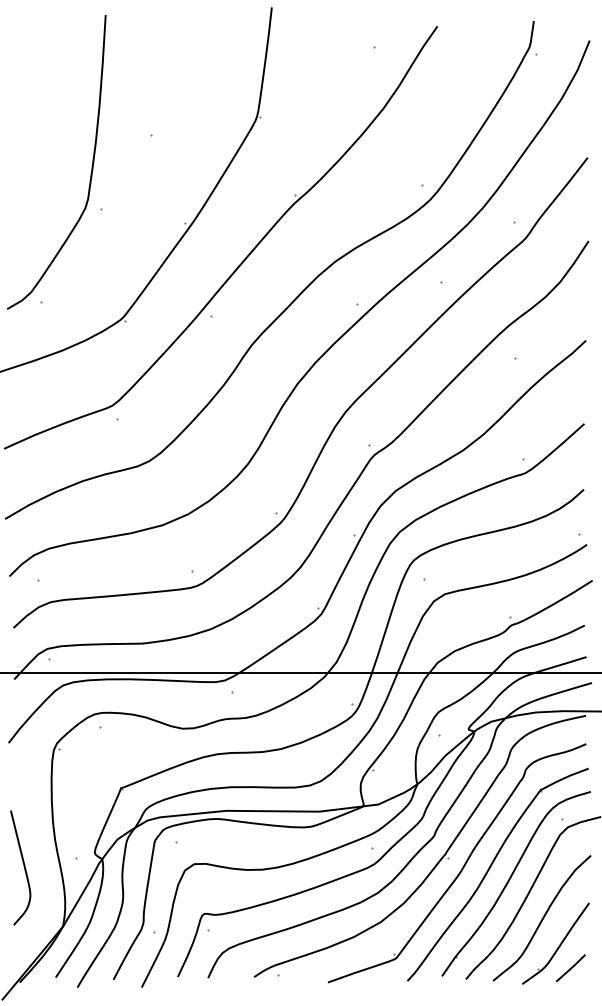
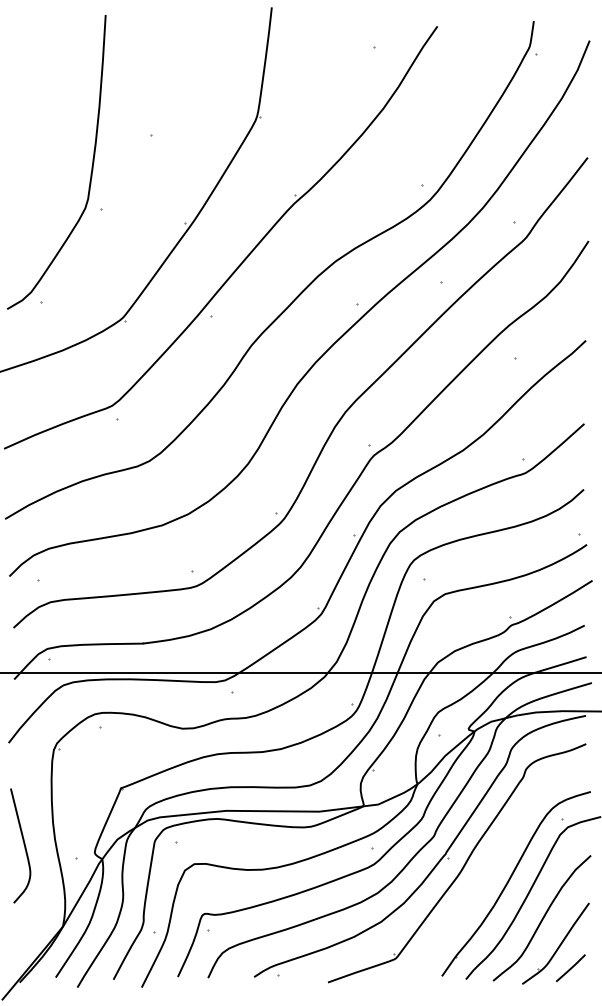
curve at (23, 866) position: (23, 866) -> (23, 844)
part at (489, 870): present -> none
